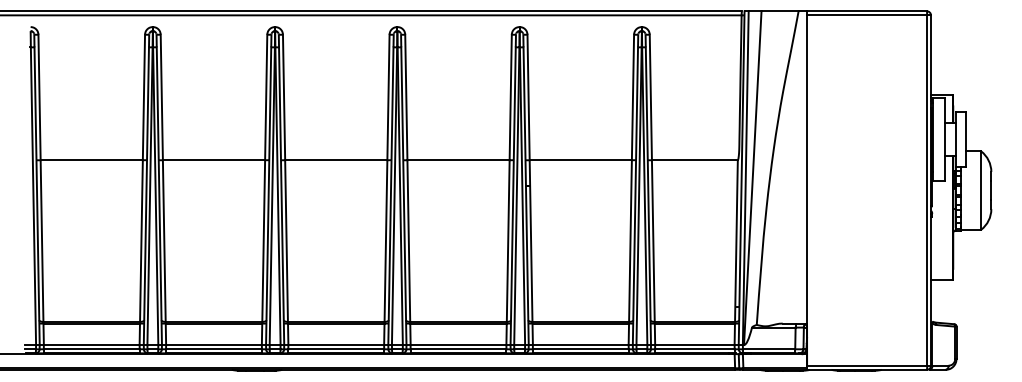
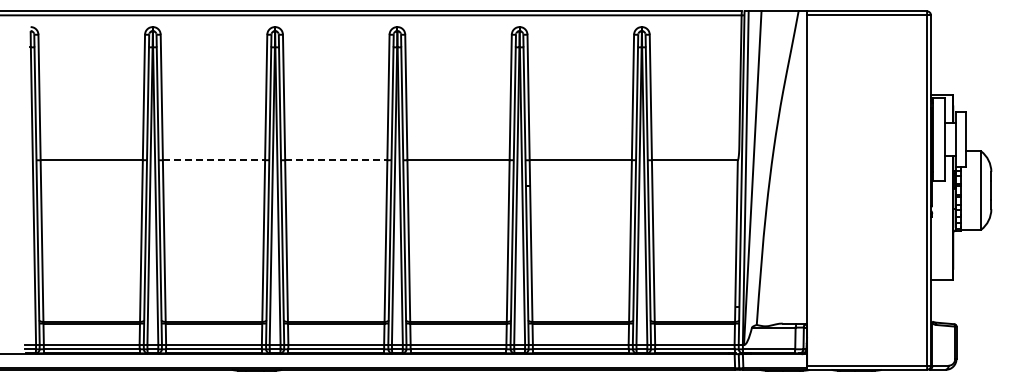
line at (214, 160): solid -> dashed
line at (336, 160): solid -> dashed
